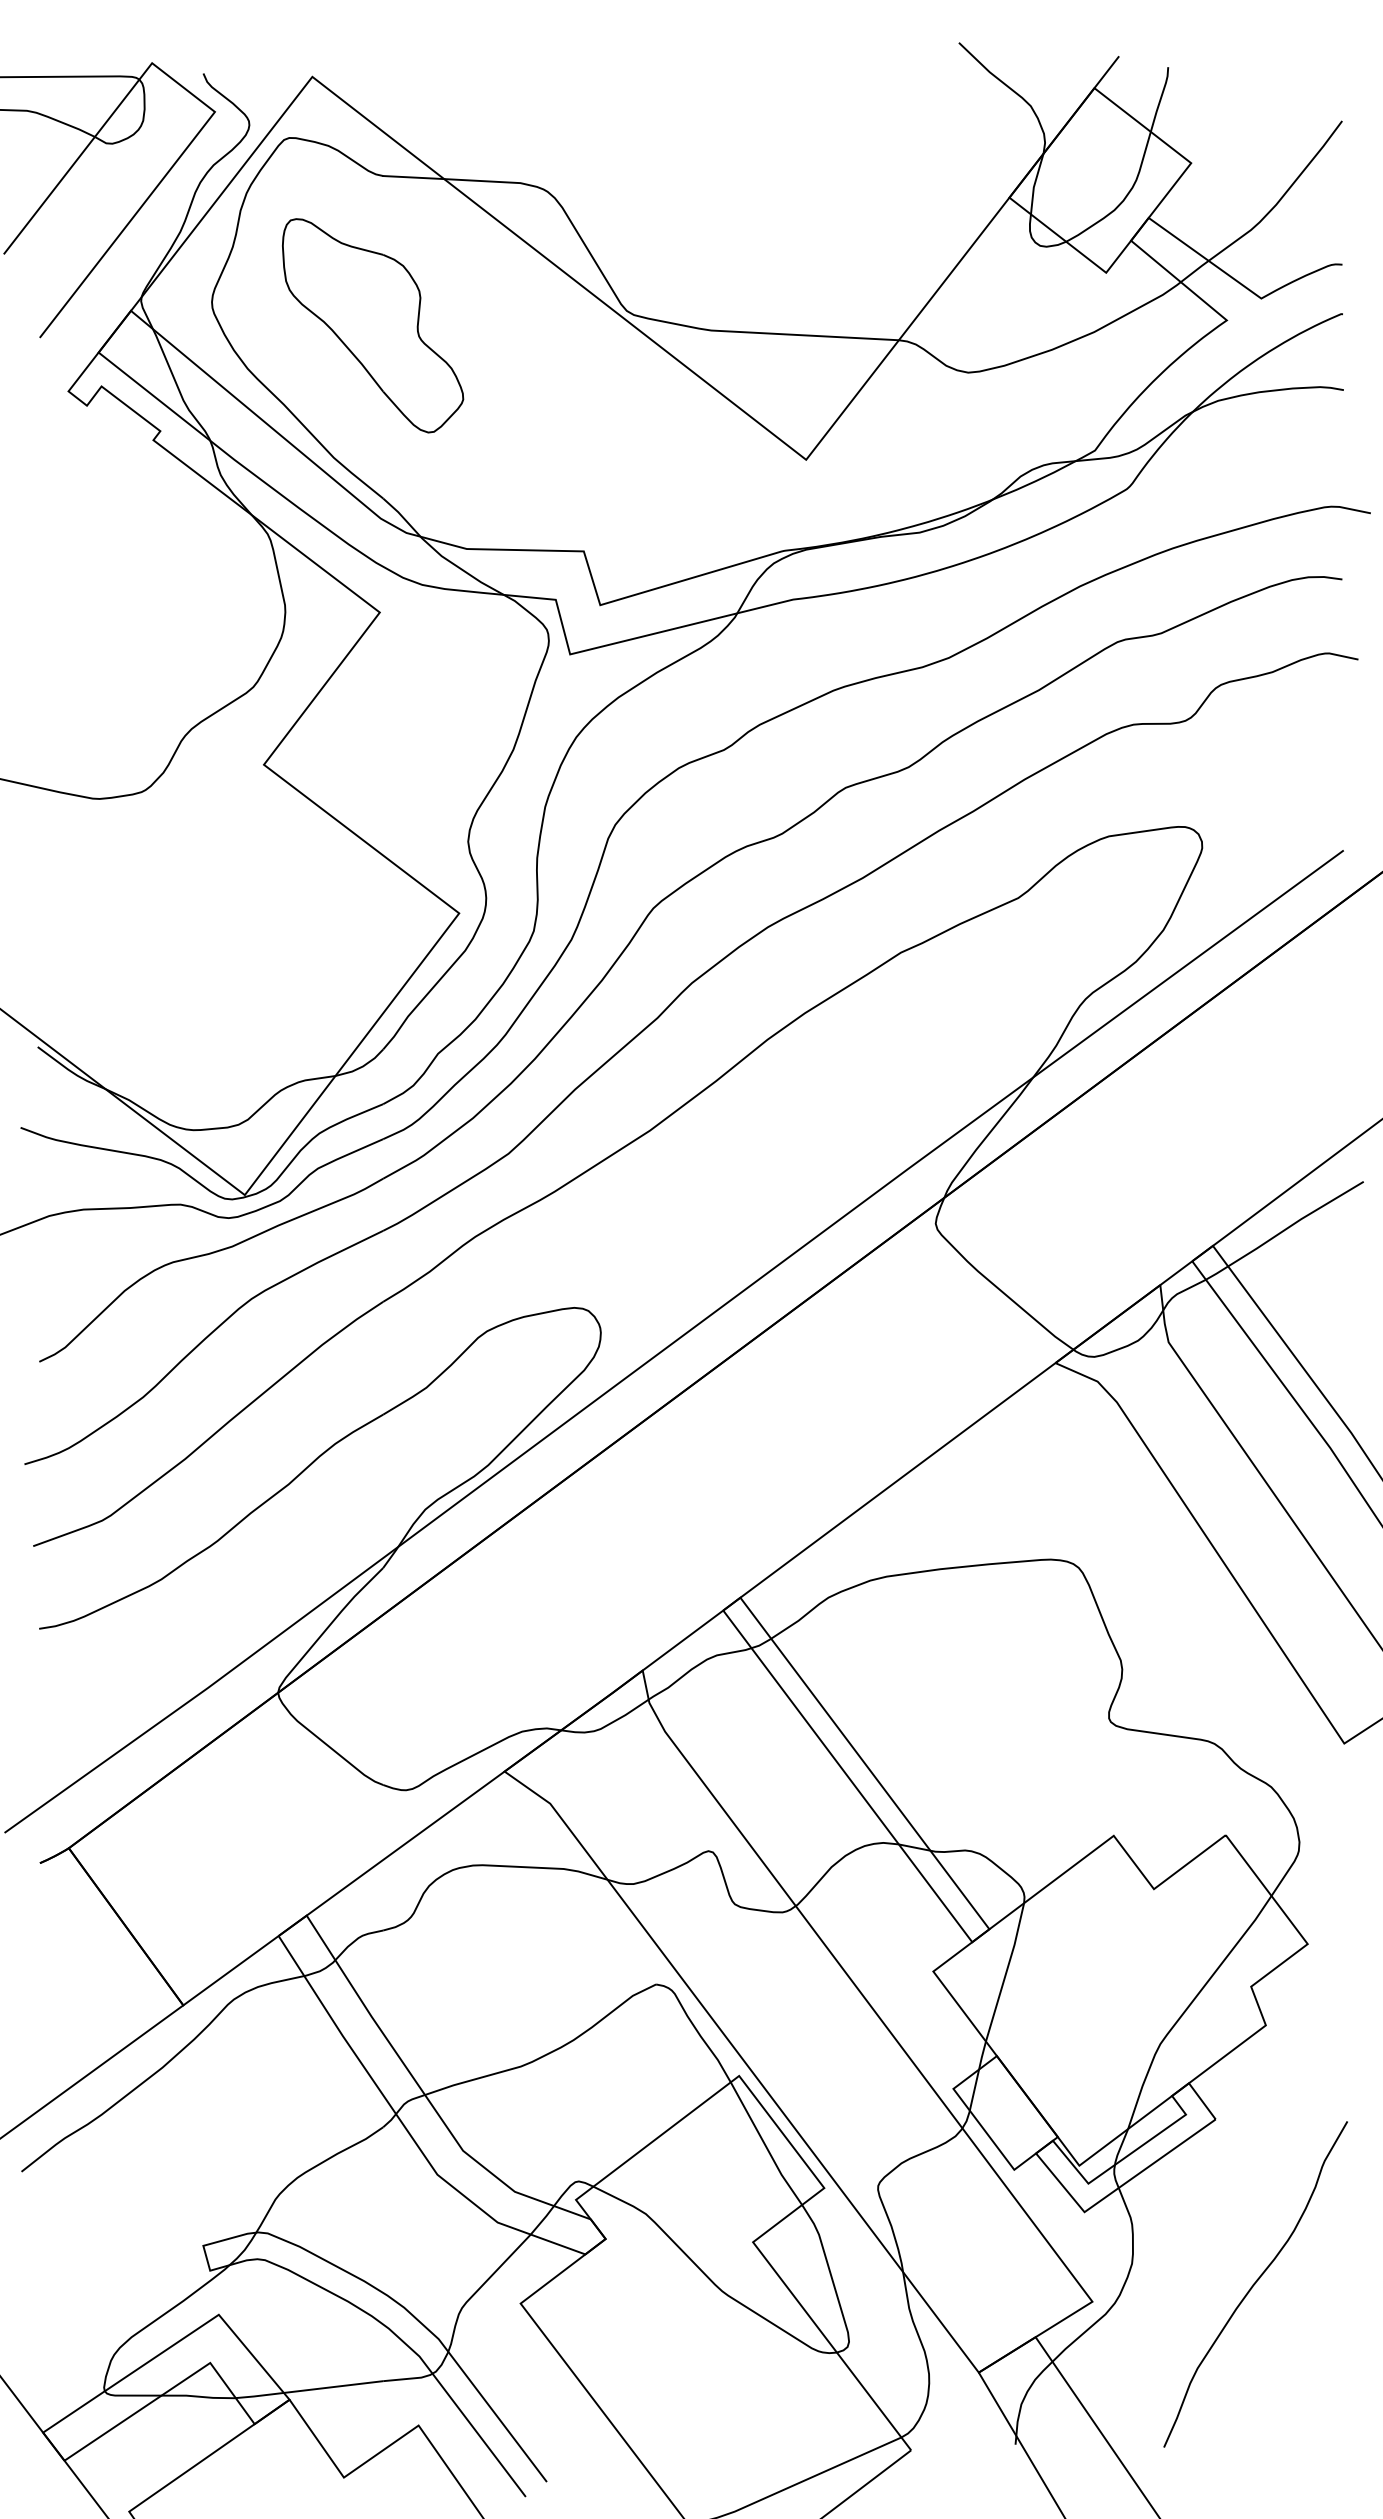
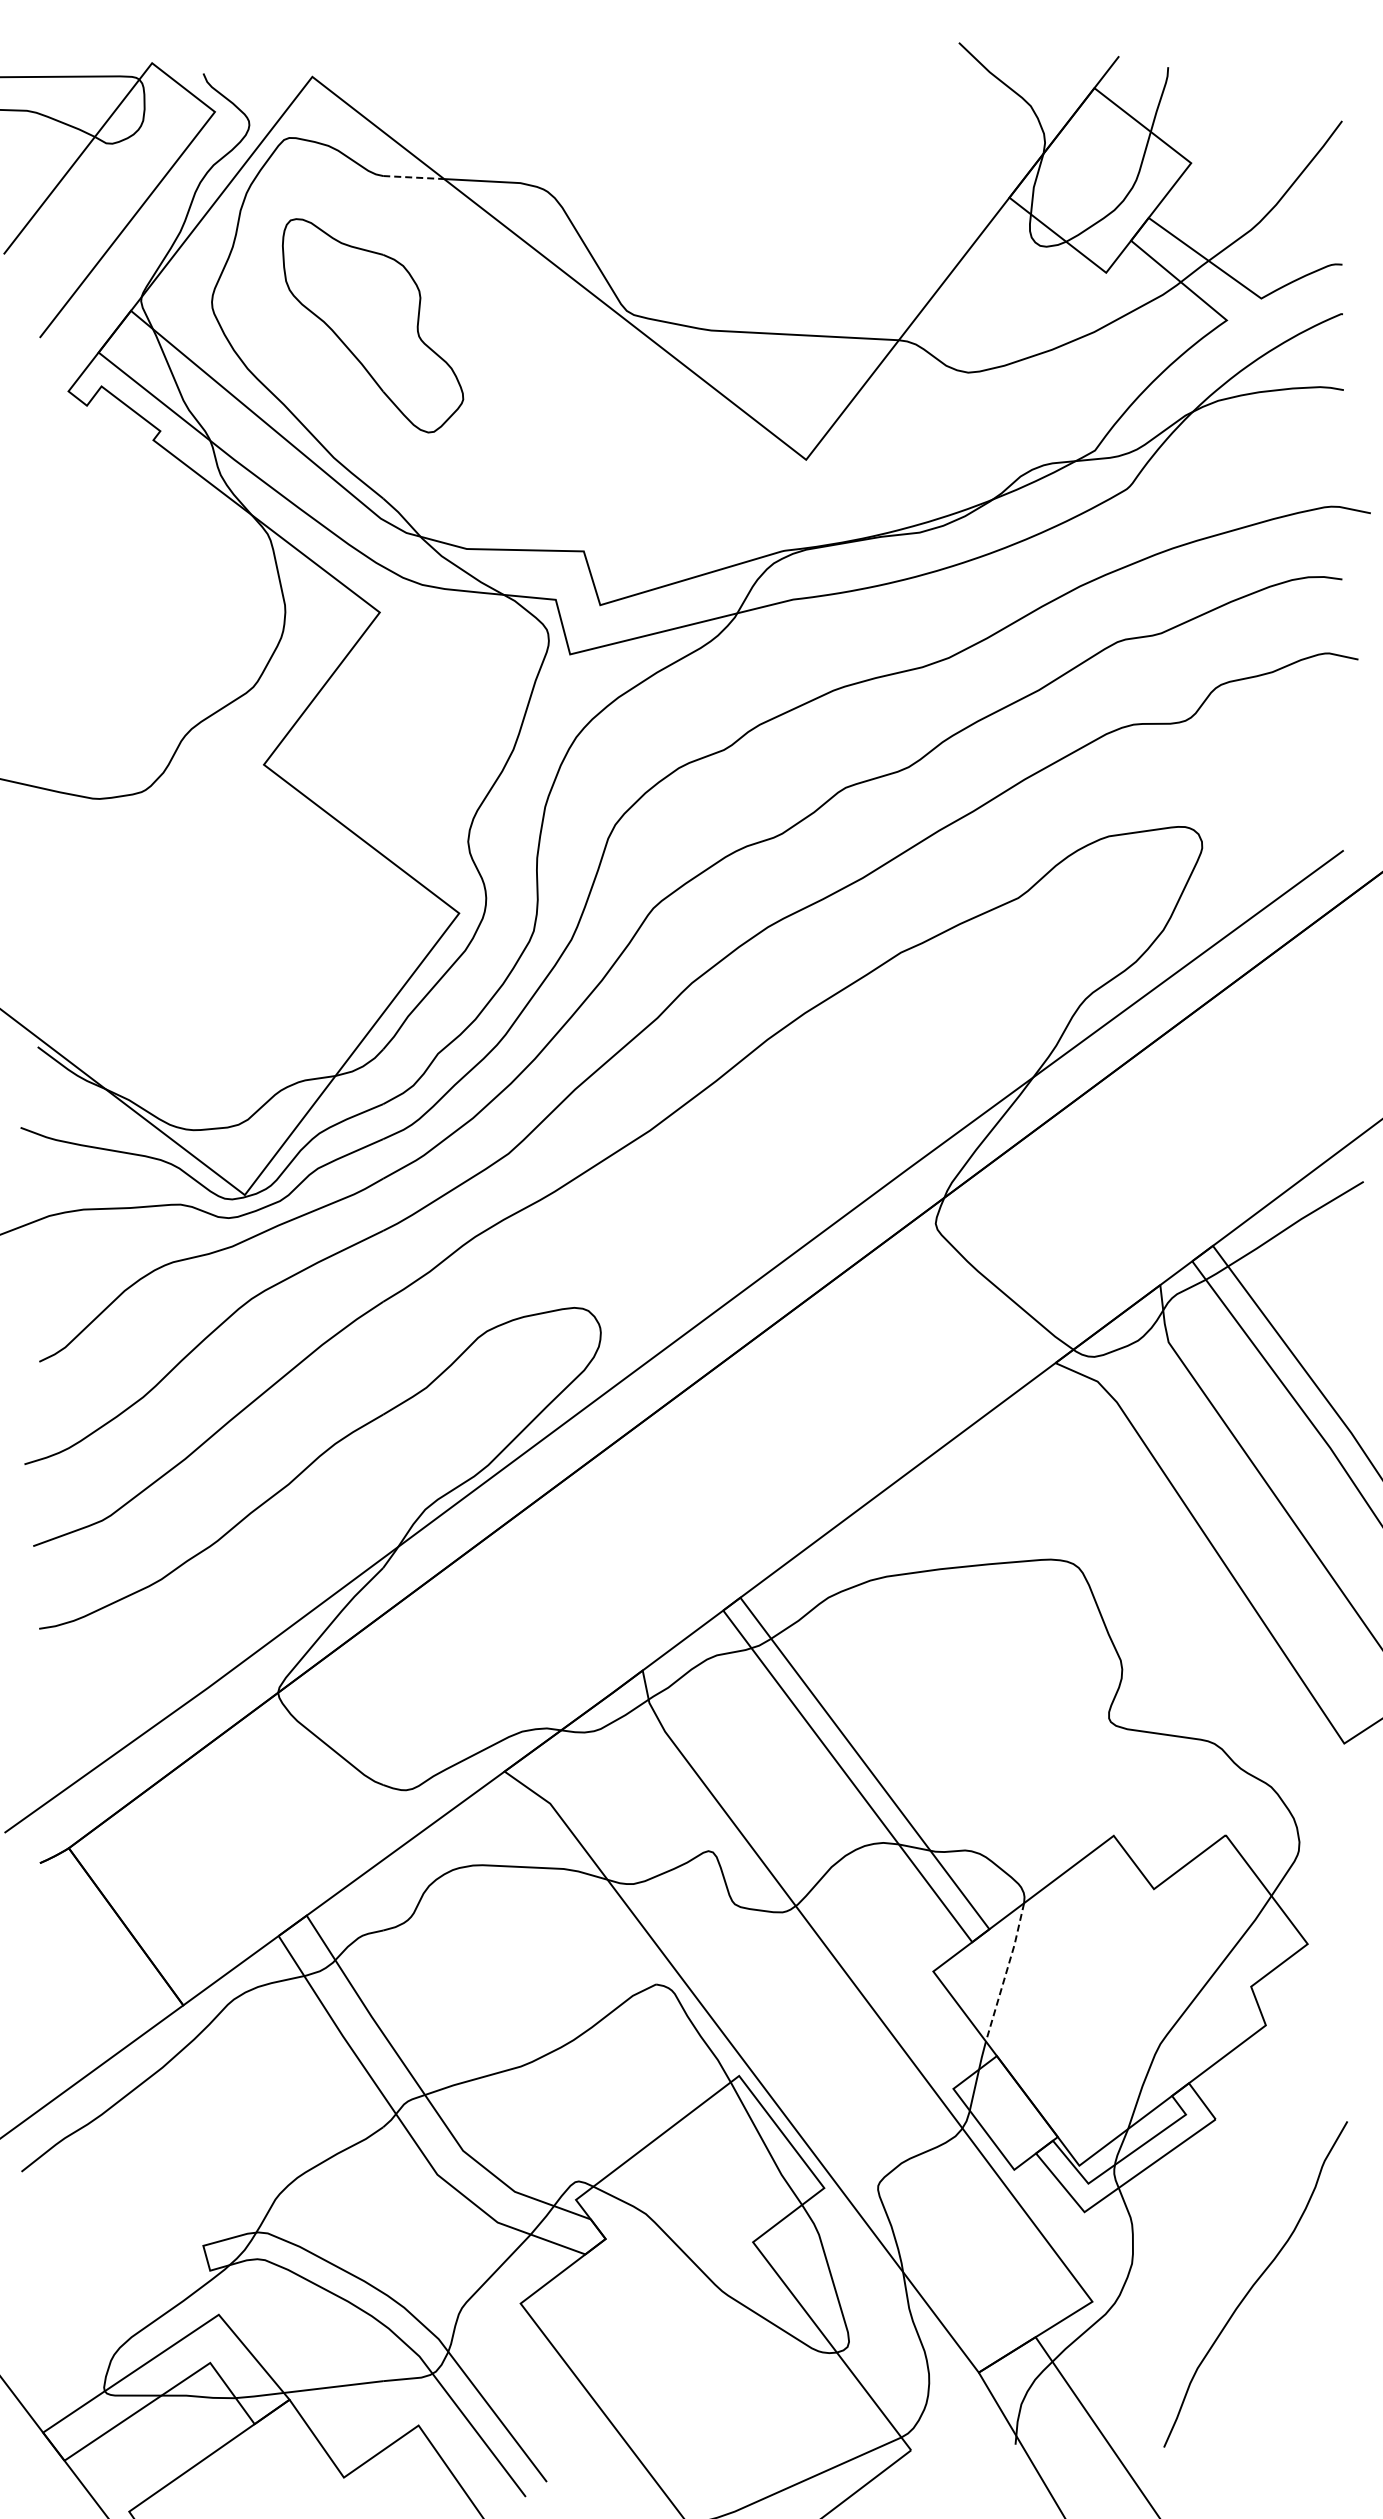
line at (413, 177): solid -> dashed
line at (1006, 1972): solid -> dashed
